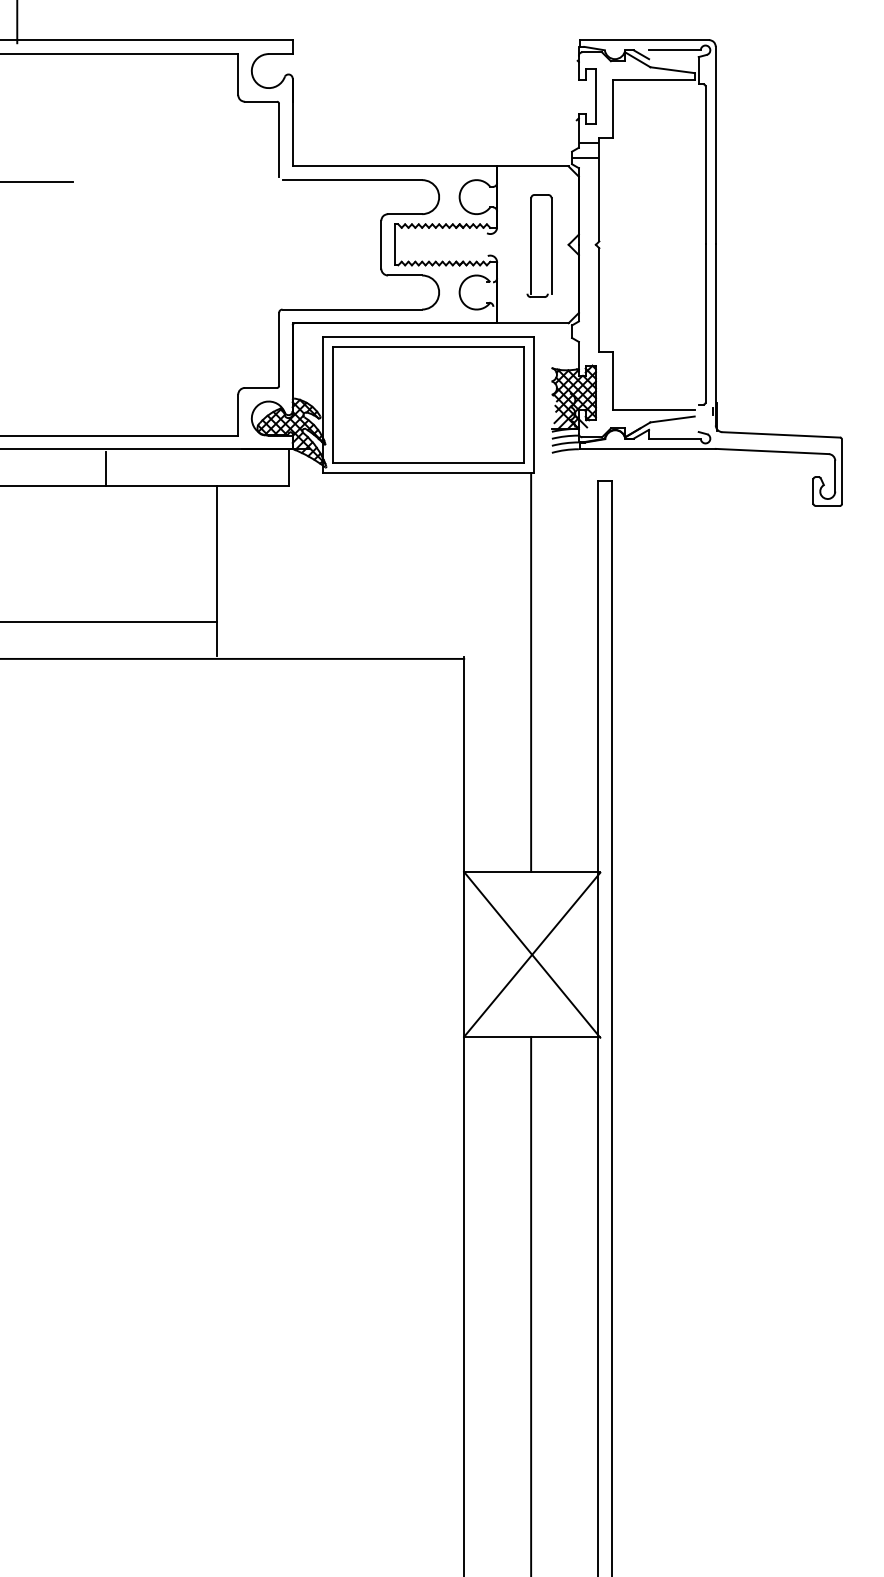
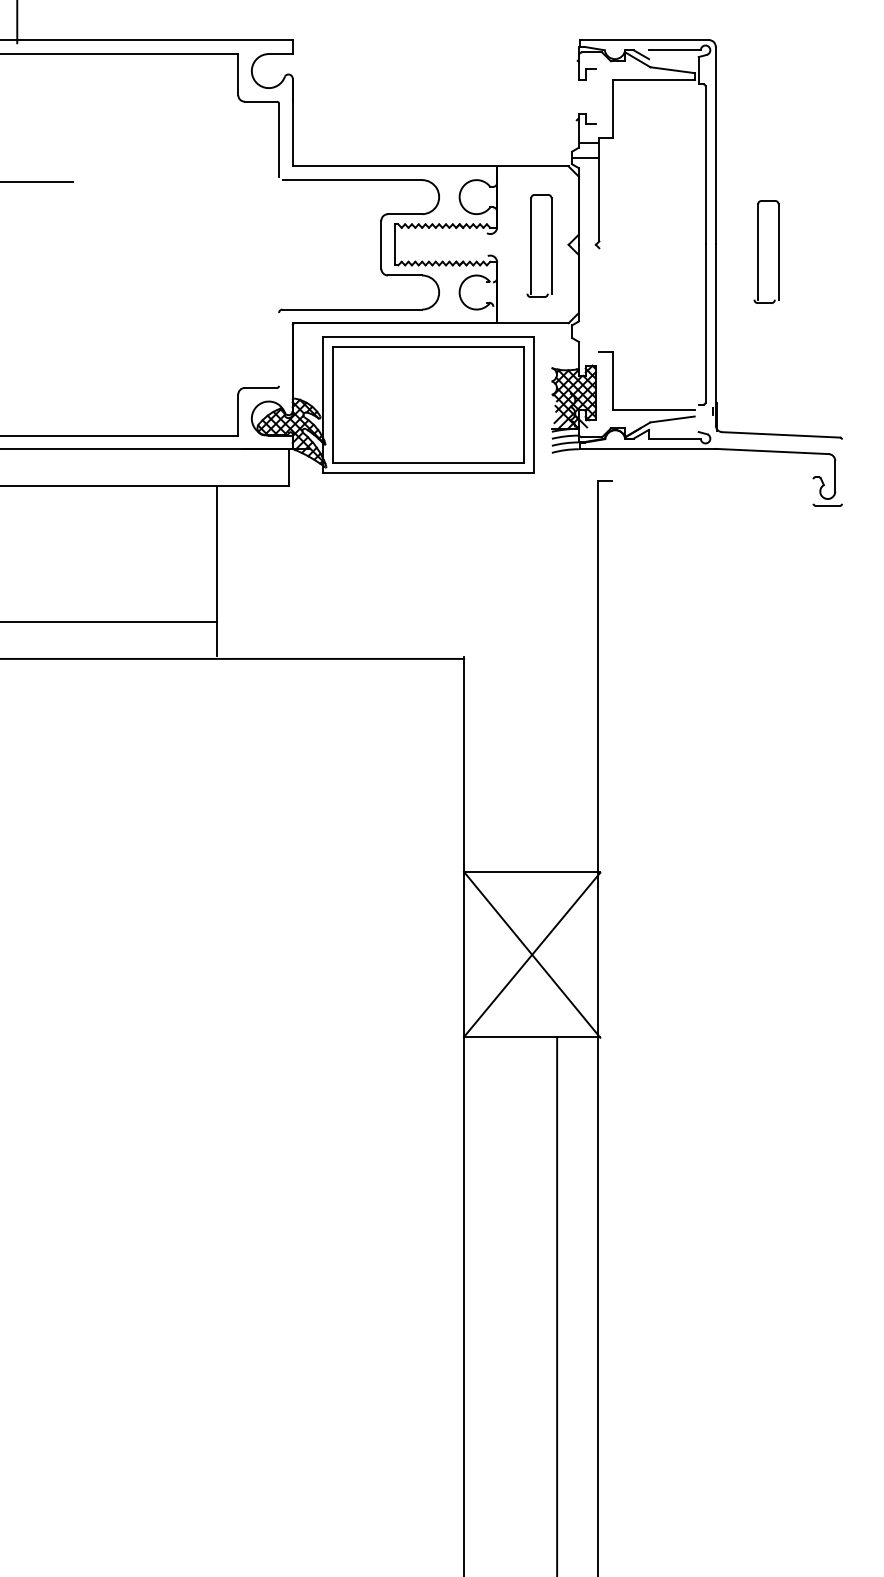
line at (595, 96): present -> none
part at (758, 251): none -> present
line at (599, 300): present -> none
line at (279, 348): present -> none
line at (106, 469): present -> none
line at (842, 471): present -> none
line at (813, 491): present -> none
line at (531, 672): present -> none
line at (611, 1026): present -> none
line at (531, 1304) position: (531, 1304) -> (557, 1304)
